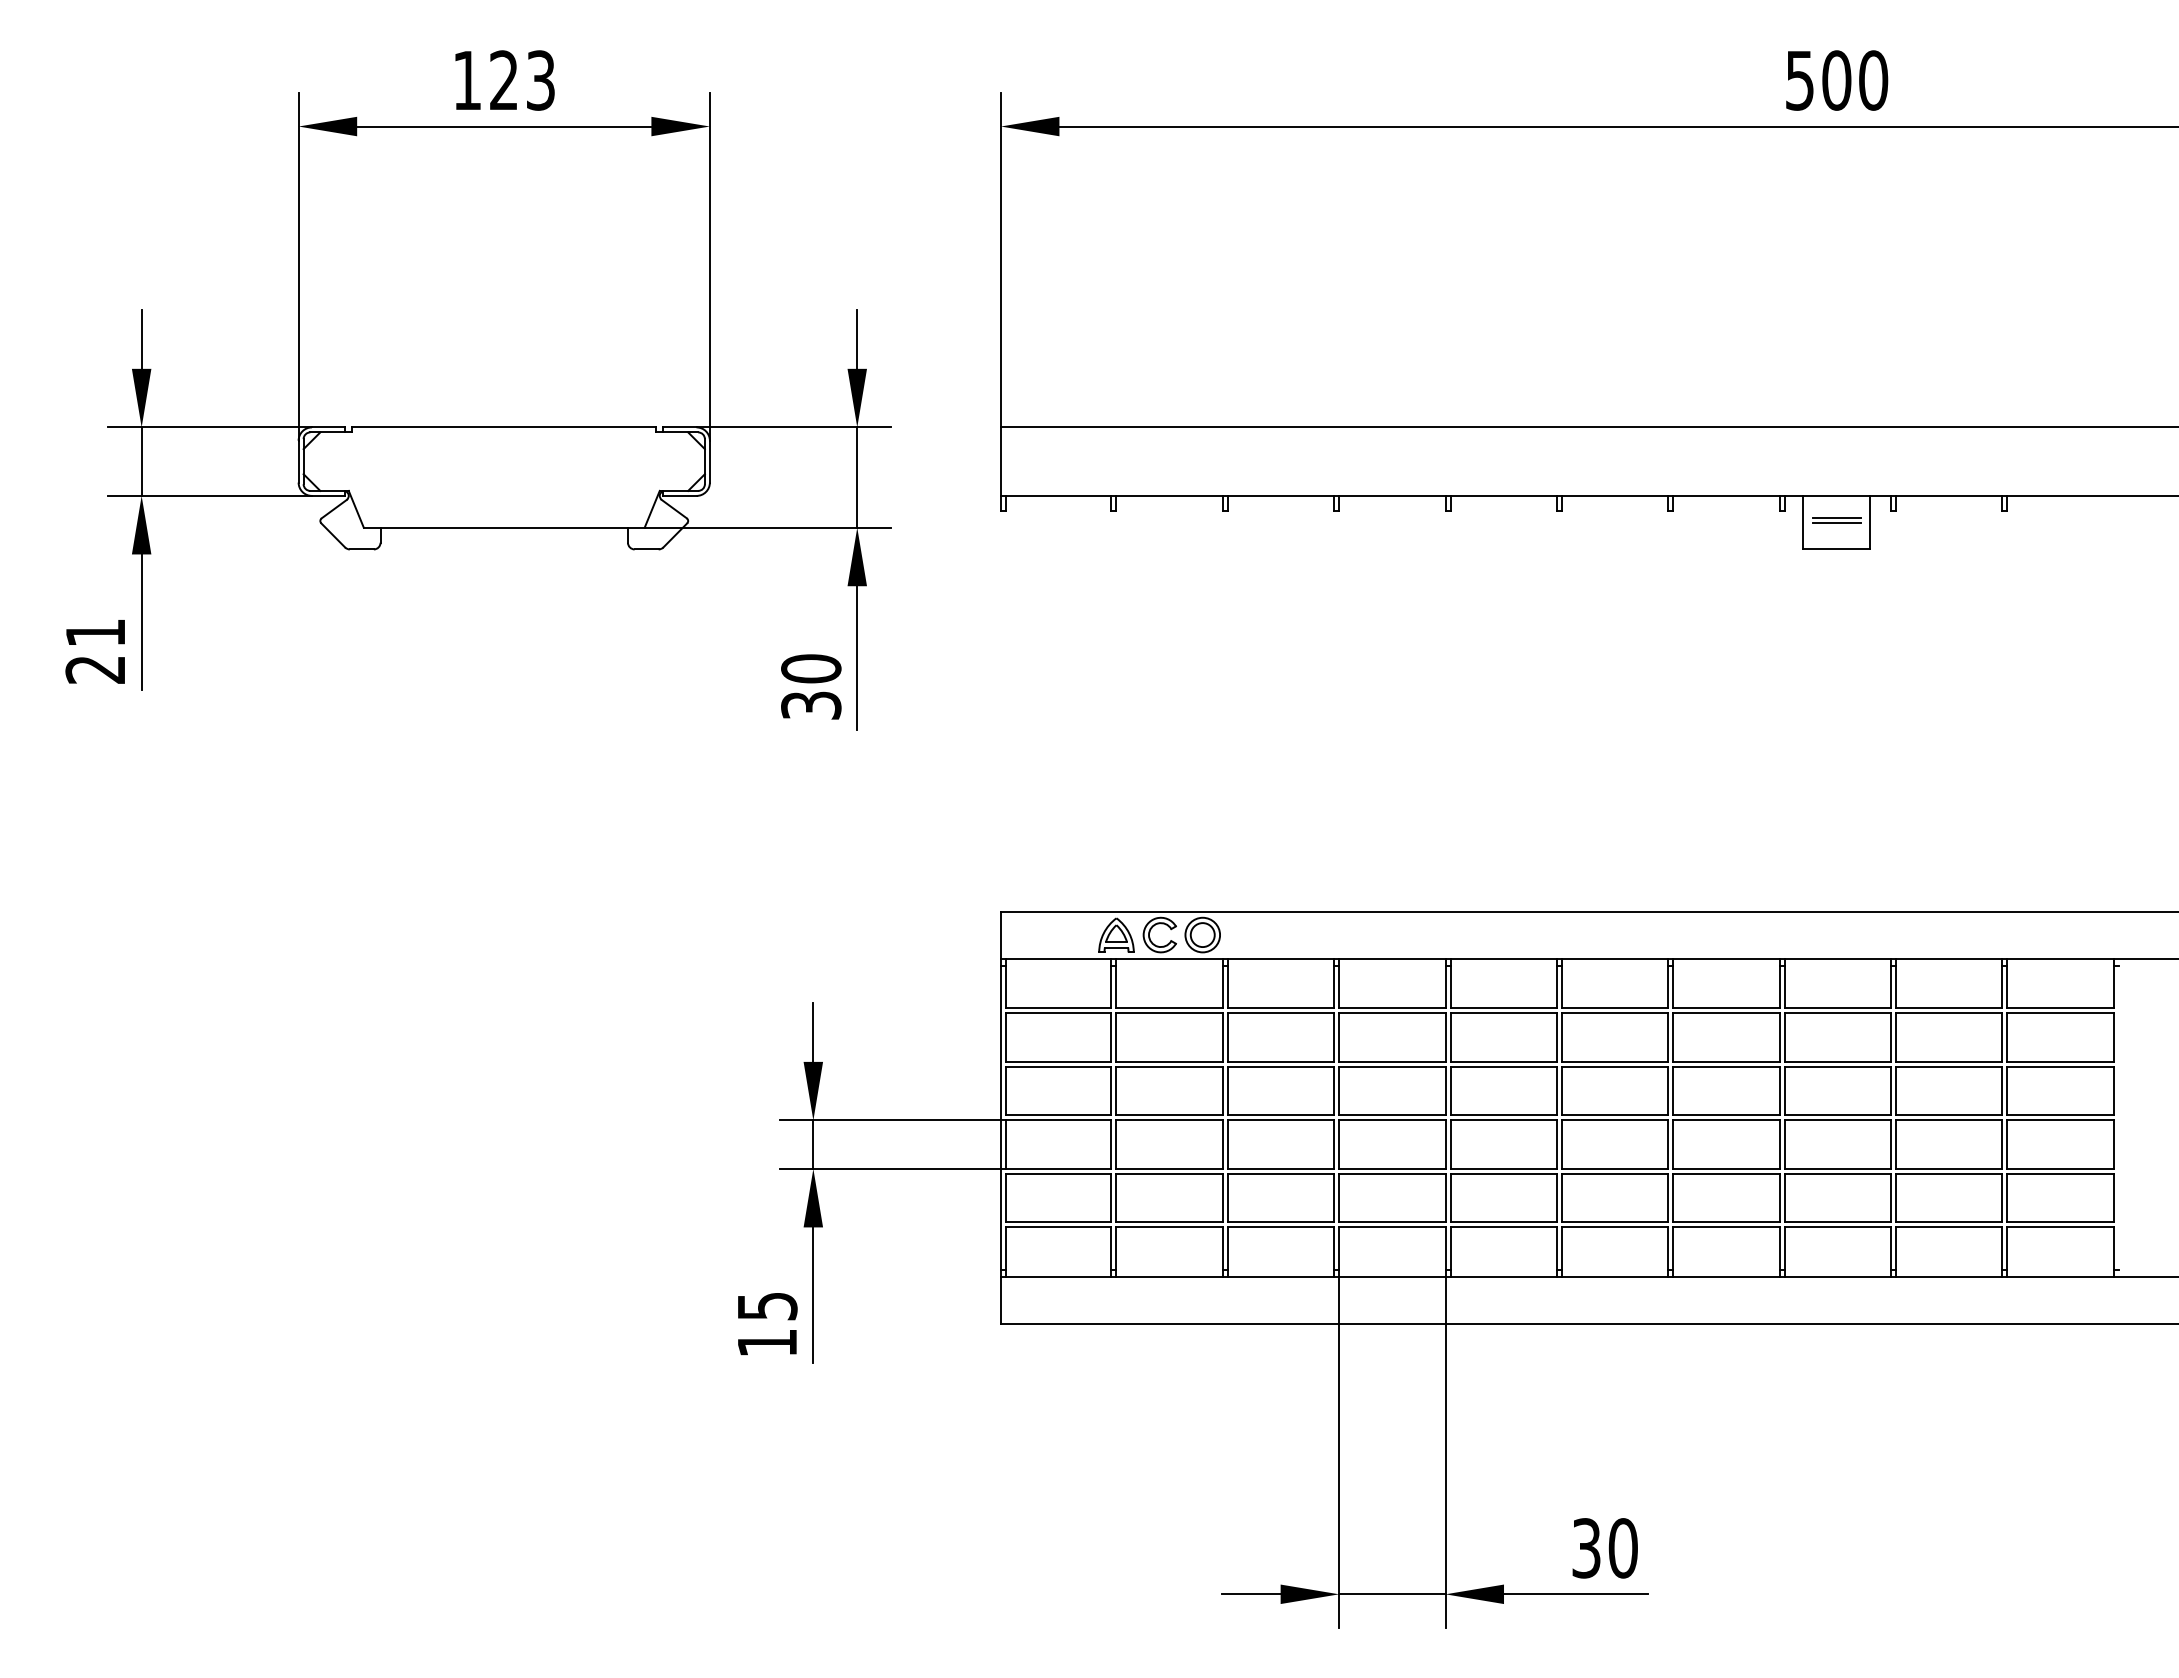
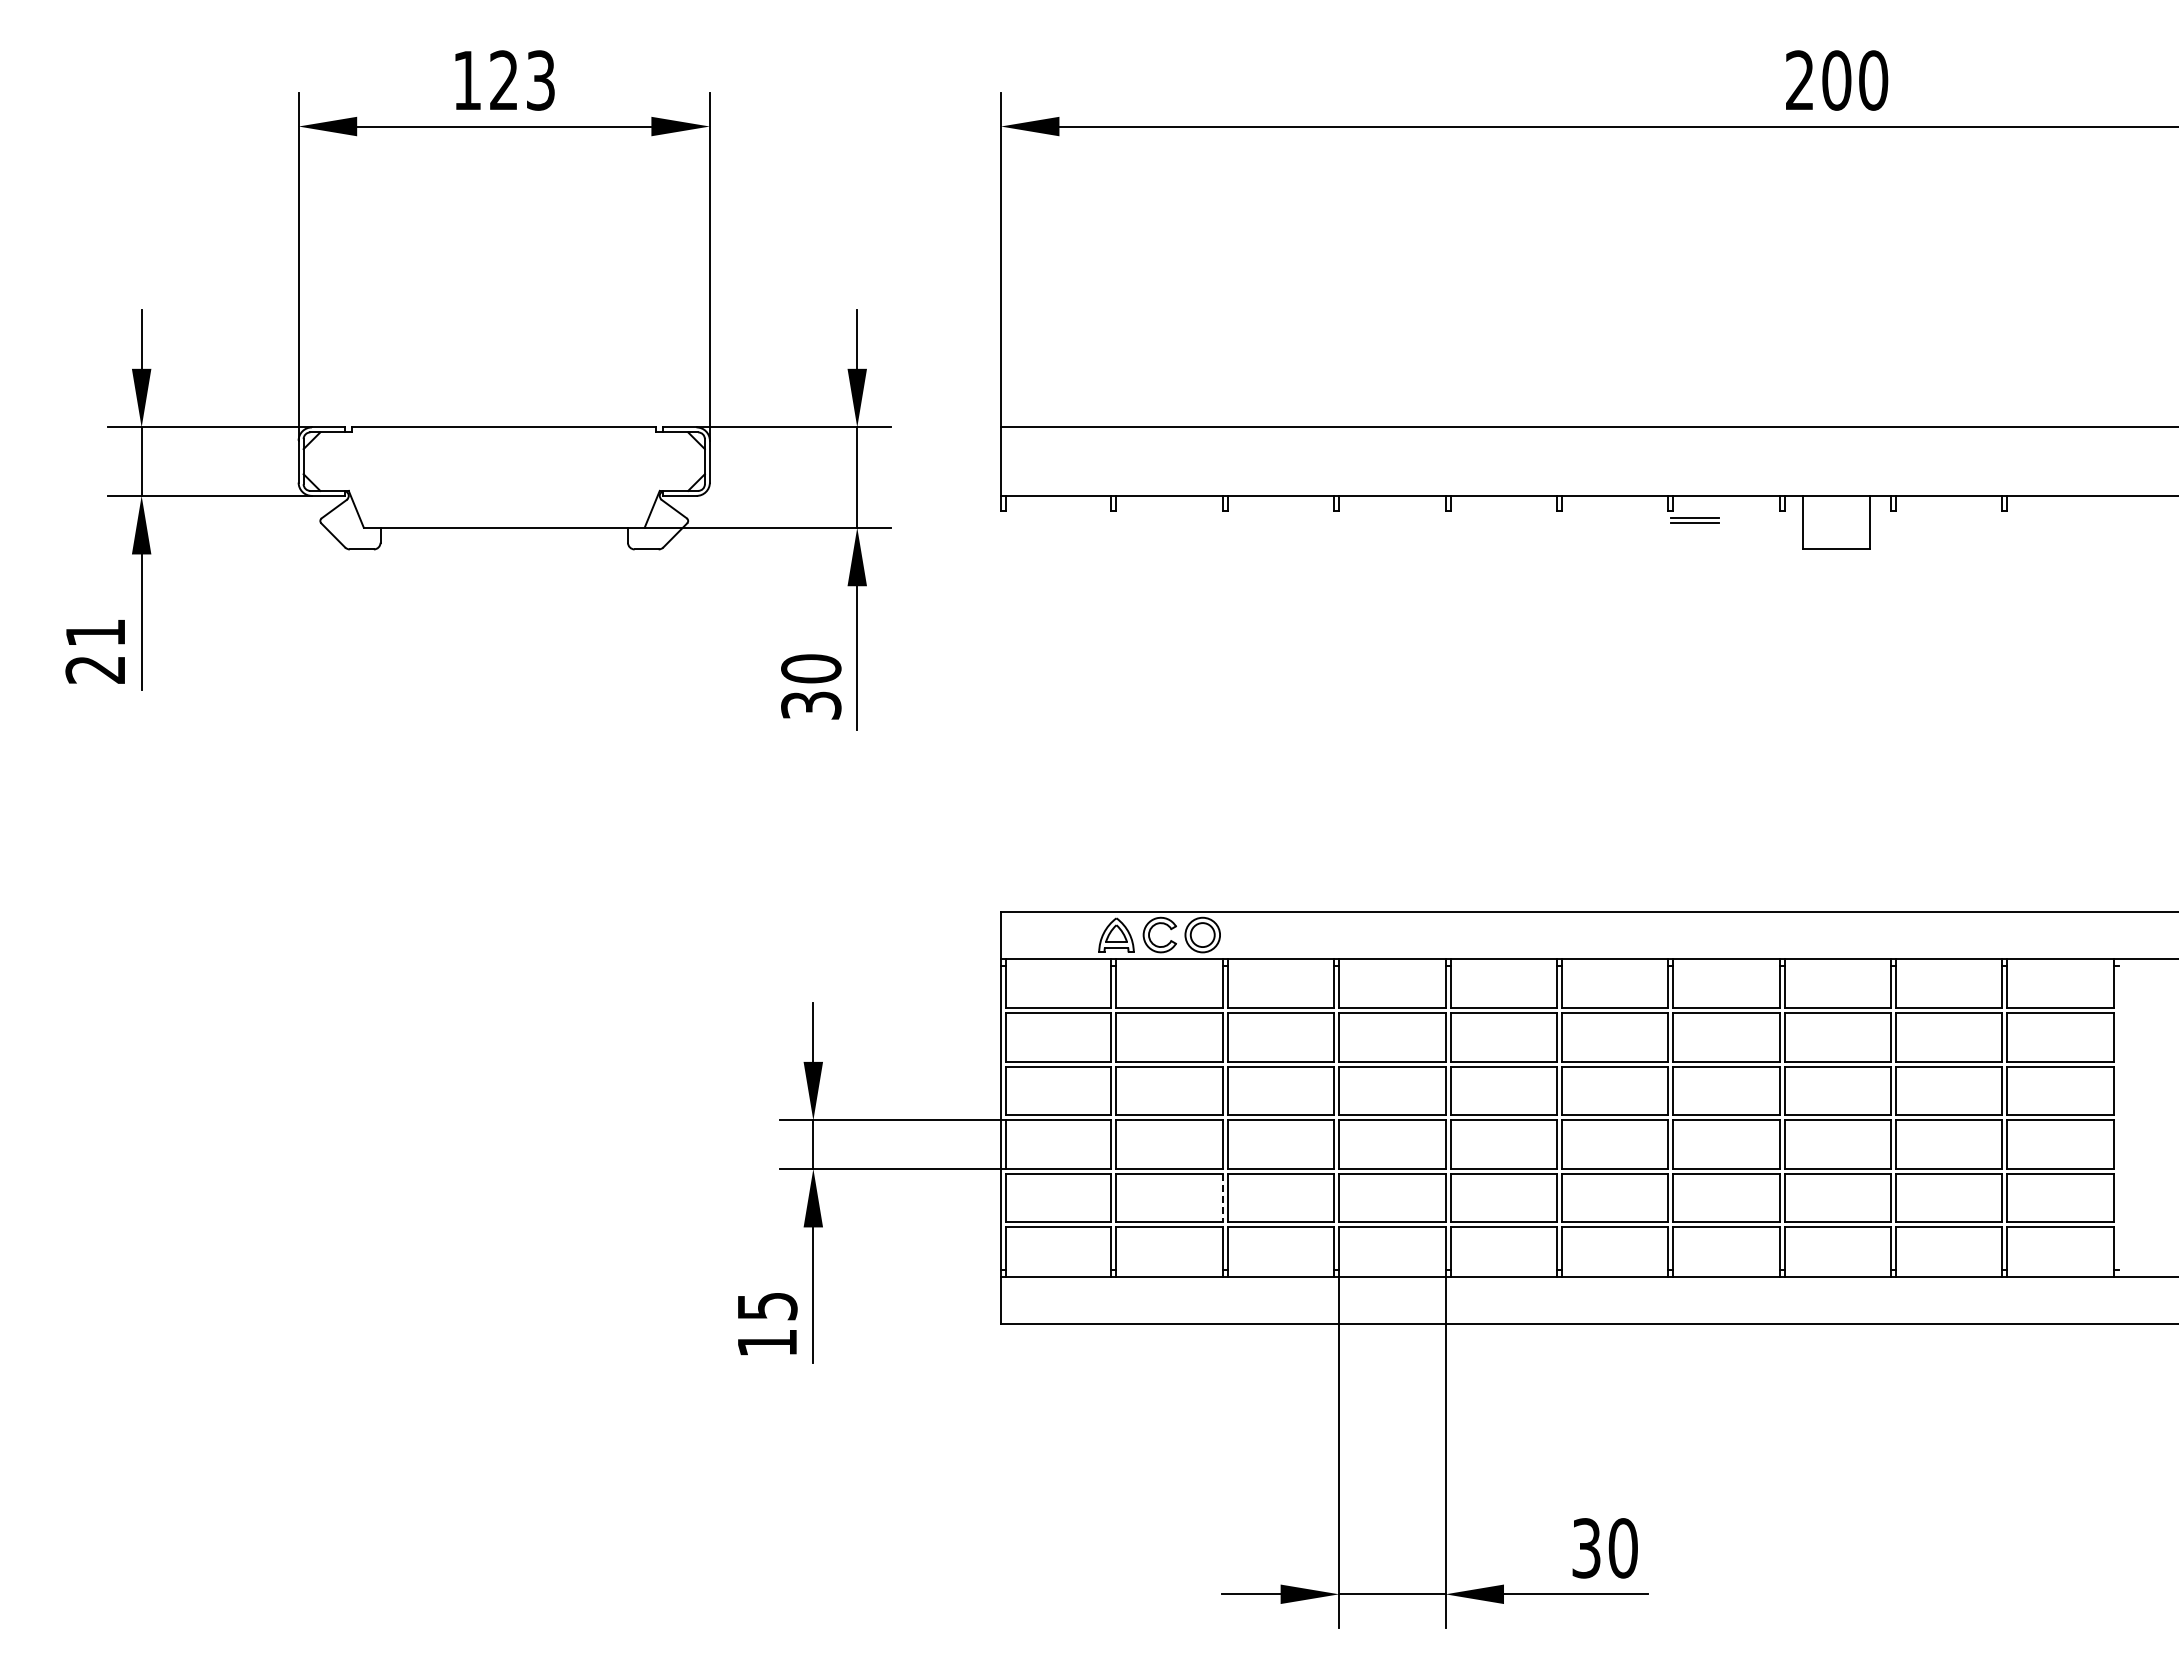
text at (1799, 80): 500 -> 200
part at (1836, 520) position: (1836, 520) -> (1694, 520)
line at (1222, 1198): solid -> dashed
